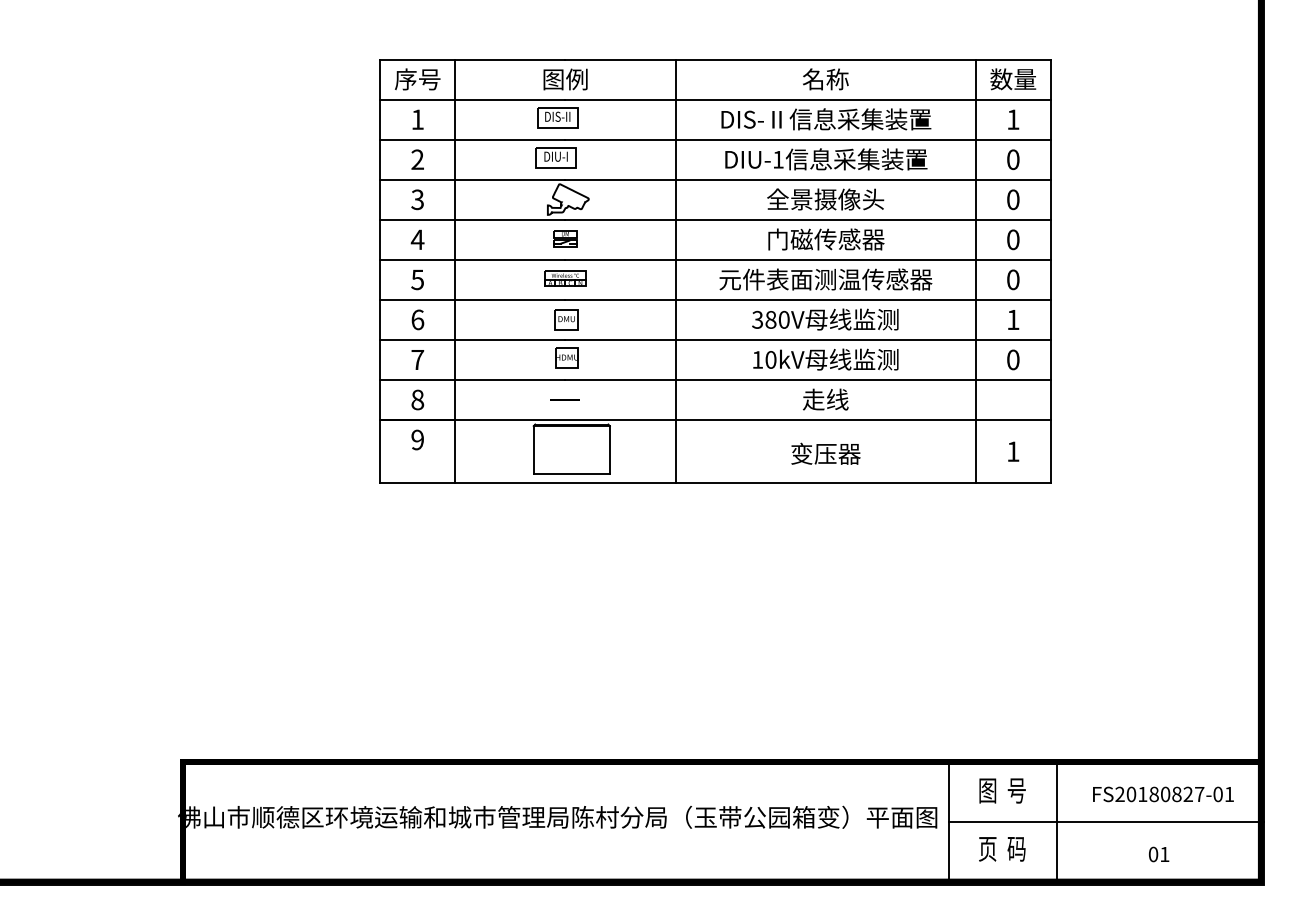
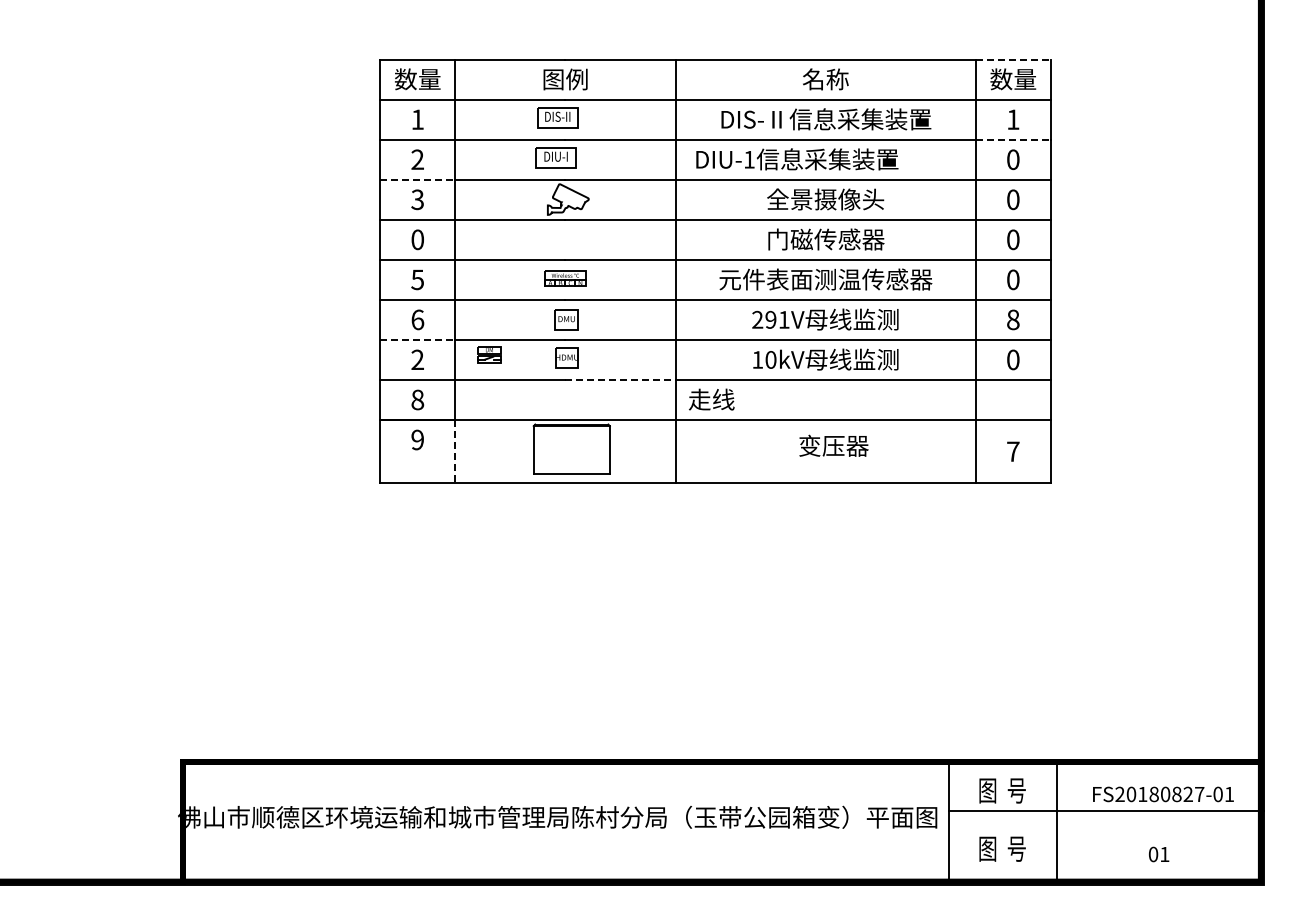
line at (1013, 59): solid -> dashed
text at (417, 79): 序号 -> 数量
line at (1013, 139): solid -> dashed
text at (826, 159) position: (826, 159) -> (797, 159)
line at (417, 179): solid -> dashed
part at (565, 238) position: (565, 238) -> (489, 354)
text at (417, 239): 4 -> 0
text at (770, 319): 380V -> 291V
text at (1013, 319): 1 -> 8
line at (417, 339): solid -> dashed
text at (417, 359): 7 -> 2
line at (621, 379): solid -> dashed
line at (564, 399): present -> none
text at (825, 399) position: (825, 399) -> (711, 399)
line at (455, 451): solid -> dashed
text at (1013, 451): 1 -> 7
text at (825, 453) position: (825, 453) -> (833, 445)
line at (1105, 821) position: (1105, 821) -> (1105, 810)
text at (1002, 848): 页  码 -> 图  号
